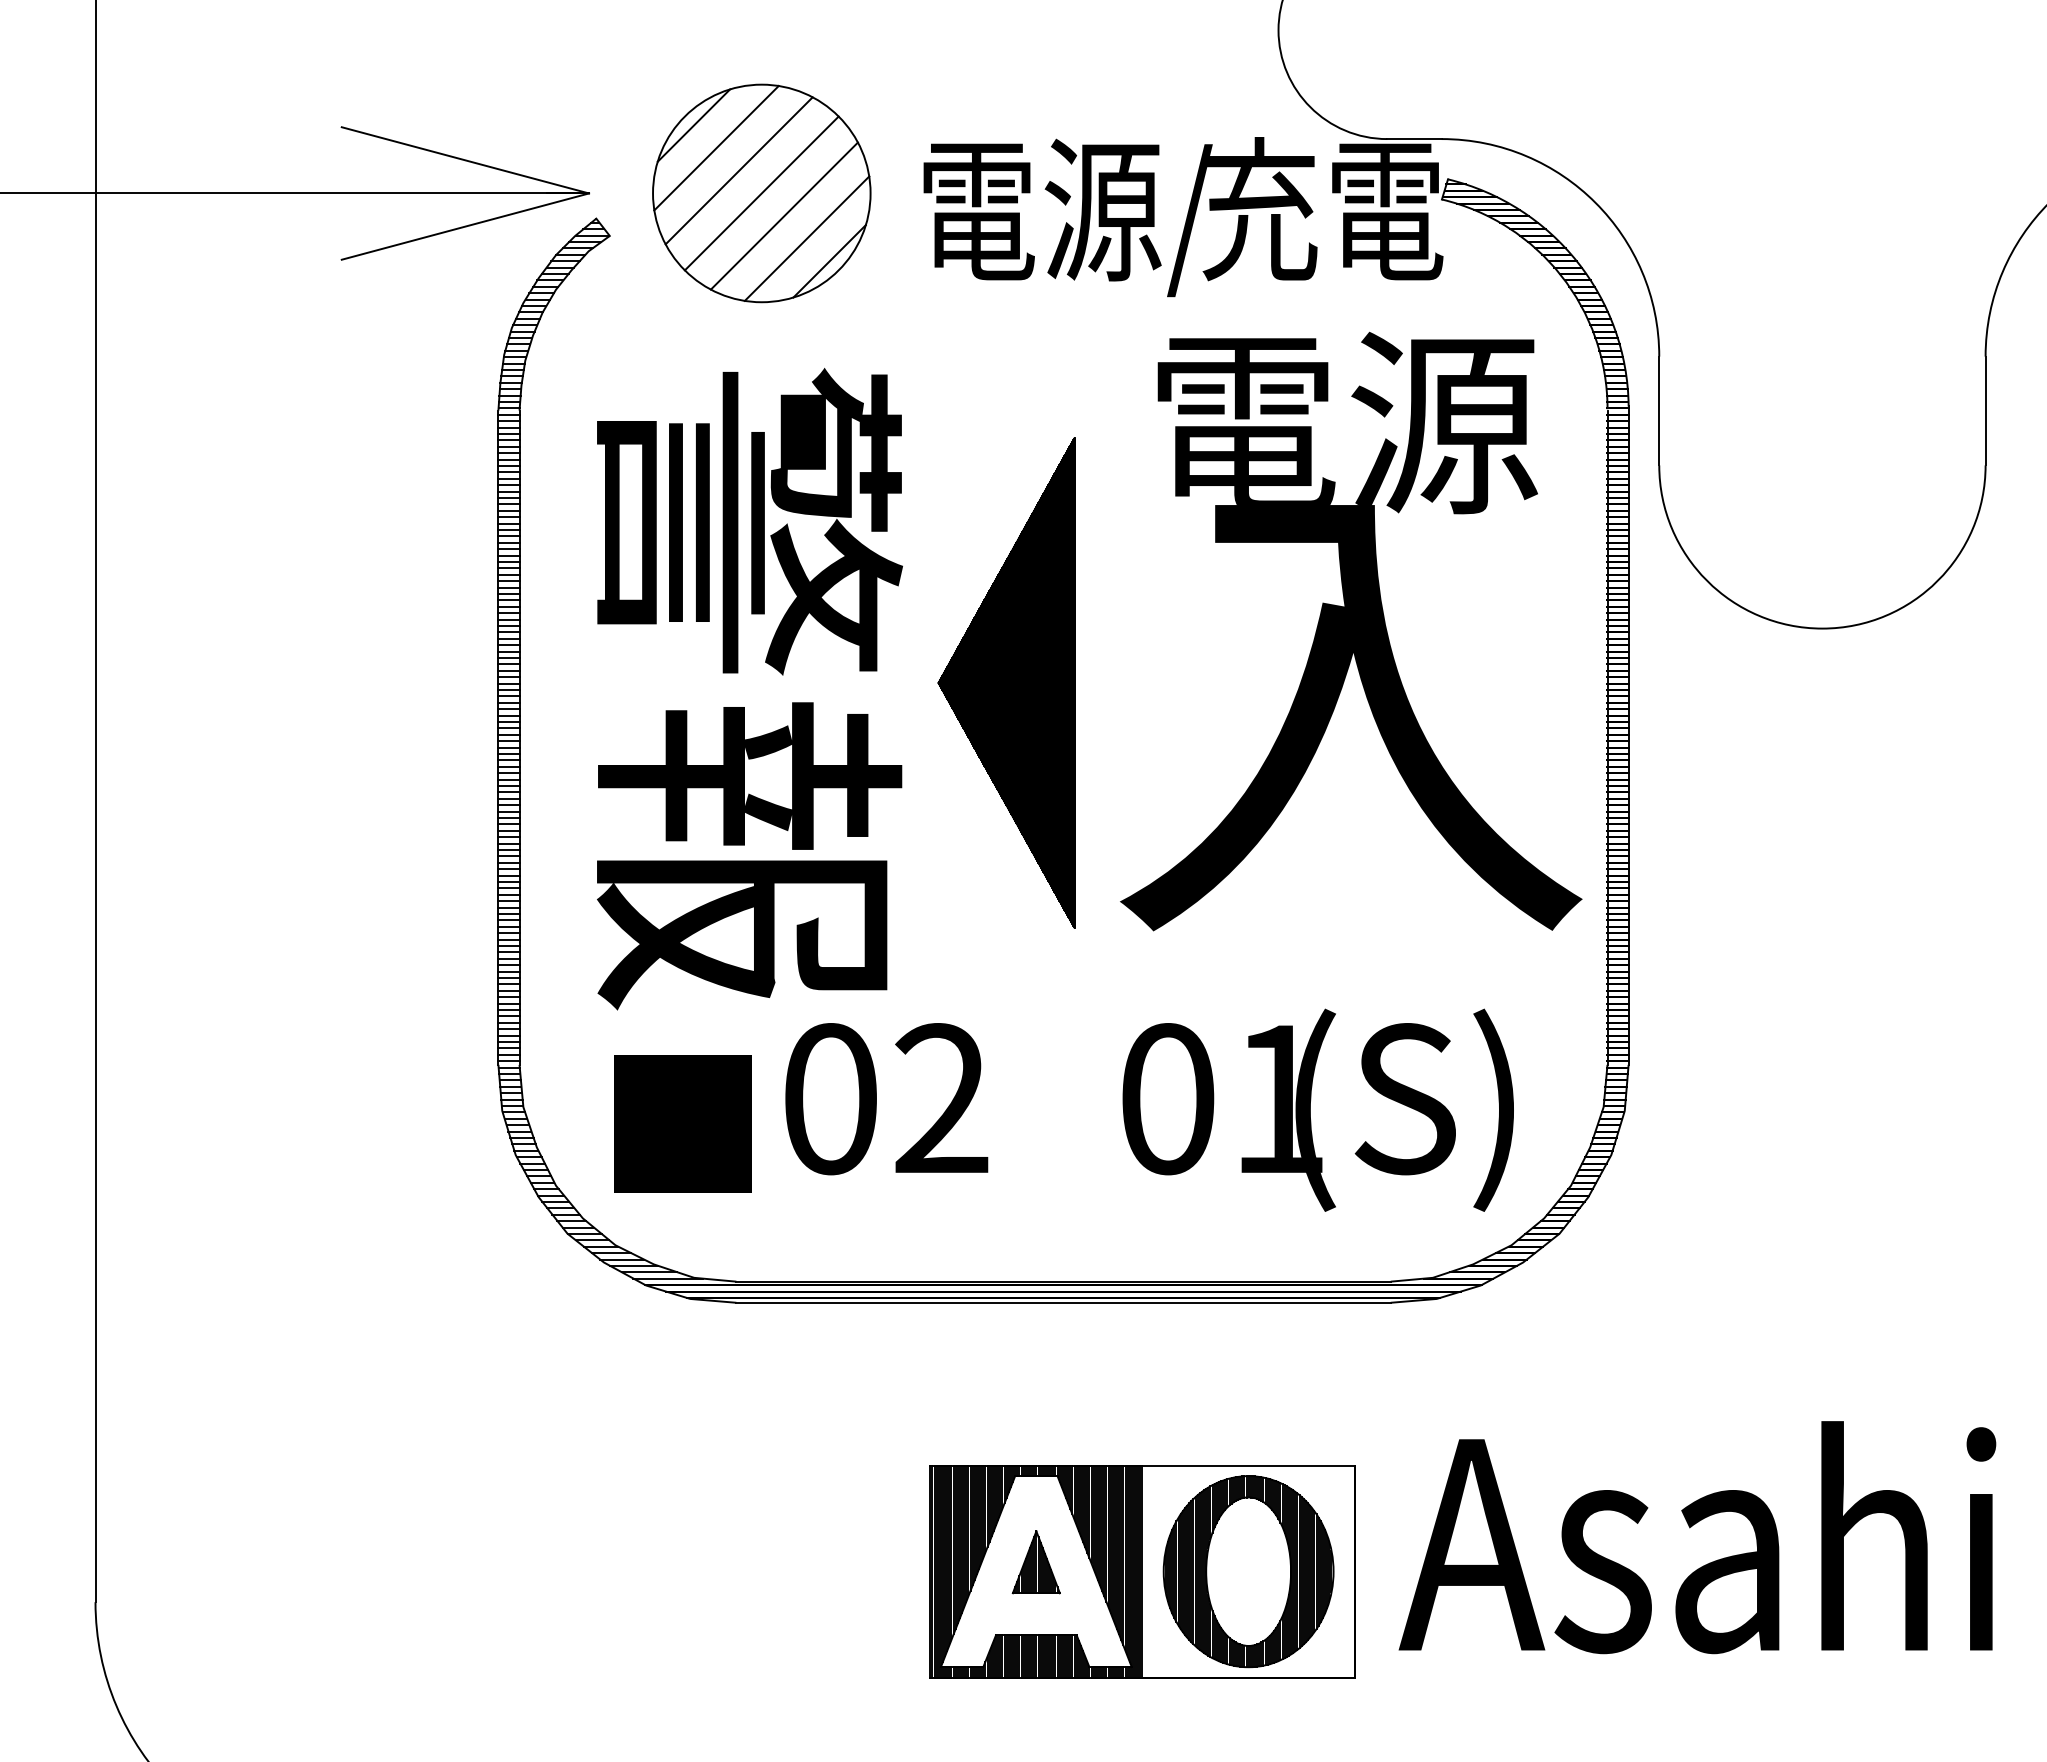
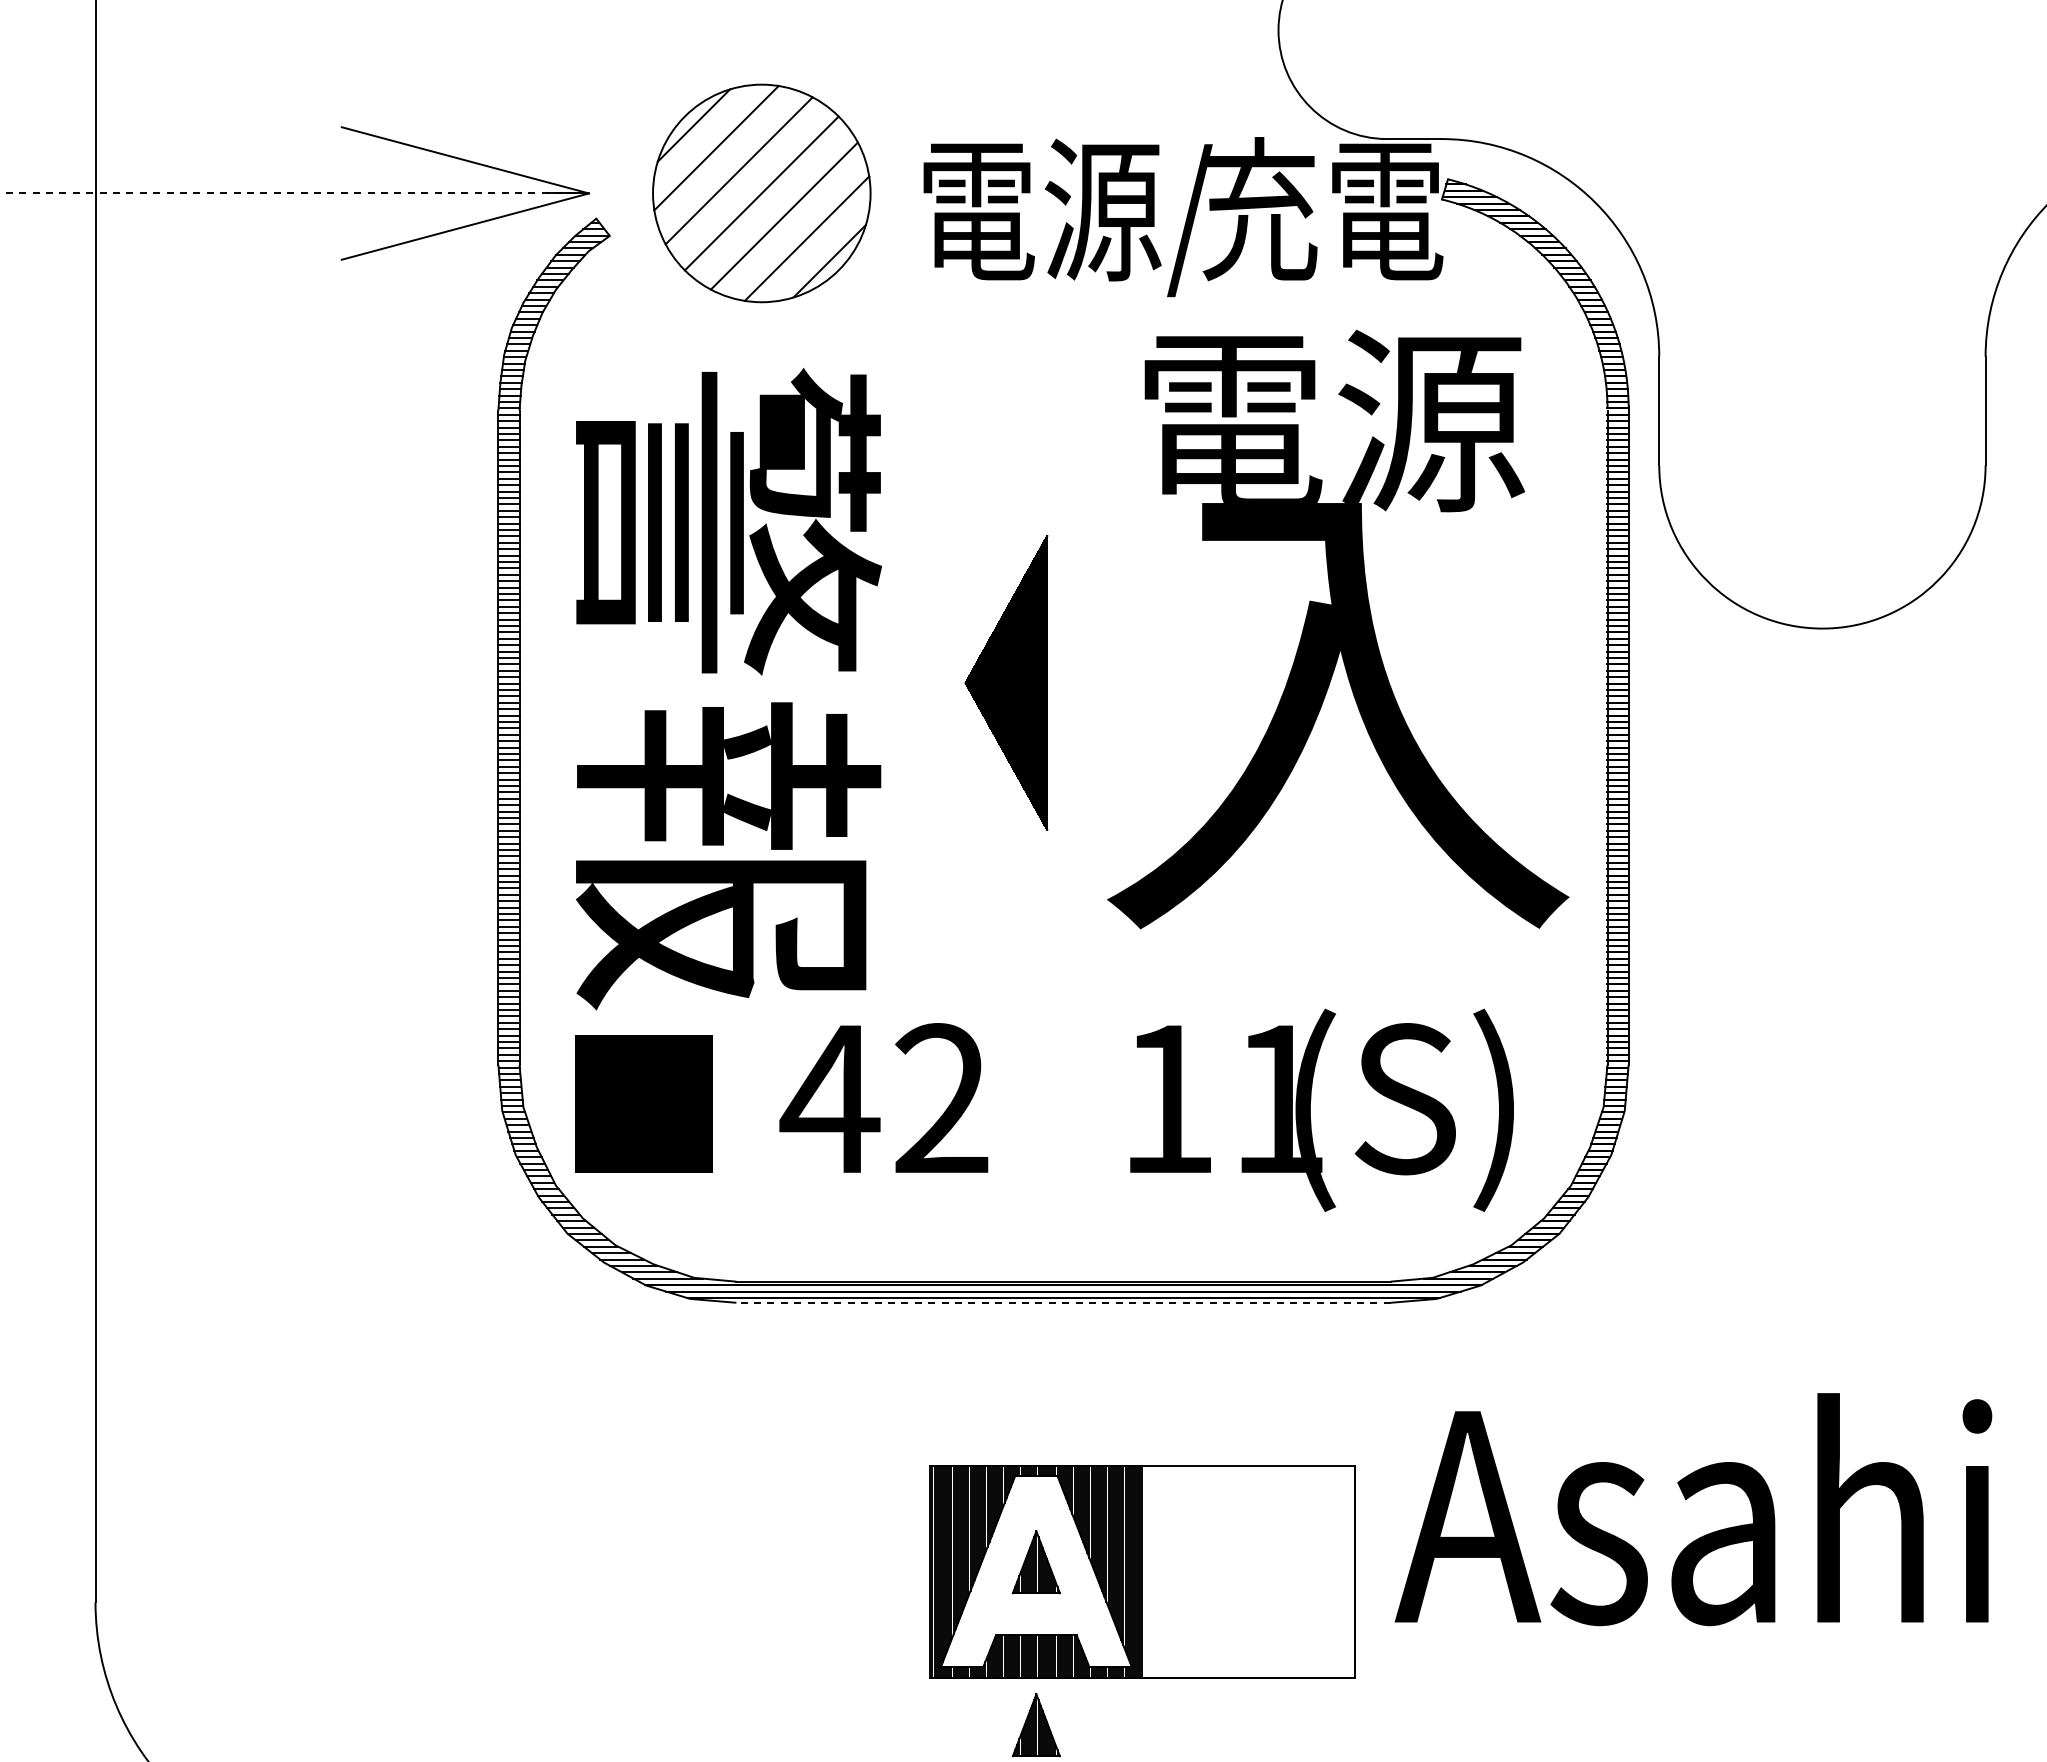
line at (294, 193): solid -> dashed
text at (1351, 631) position: (1351, 631) -> (1338, 629)
part at (1006, 682) size: 139x492 px -> 85x296 px
text at (749, 689) position: (749, 689) -> (728, 689)
text at (829, 1099): 02 -> 42
text at (1168, 1099): 01 -> 11
part at (682, 1123) position: (682, 1123) -> (643, 1103)
line at (1063, 1302): solid -> dashed
text at (1697, 1537) position: (1697, 1537) -> (1693, 1509)
part at (1248, 1571): present -> none
part at (1035, 1725): none -> present
